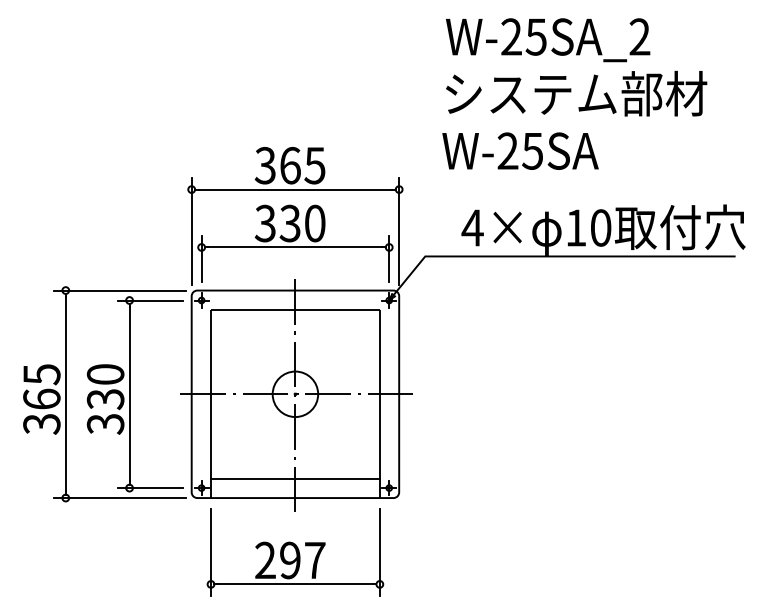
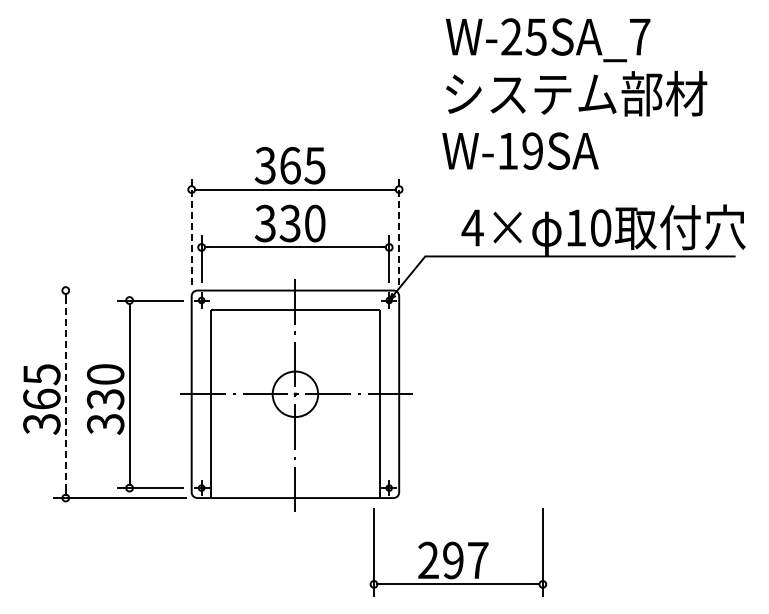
text at (639, 36): W-25SA_2 -> W-25SA_7
text at (519, 150): W-25SA -> W-19SA
line at (191, 231): solid -> dashed
line at (399, 231): solid -> dashed
line at (120, 290): present -> none
line at (65, 394): solid -> dashed
line at (295, 479): present -> none
part at (295, 552) position: (295, 552) -> (458, 552)
